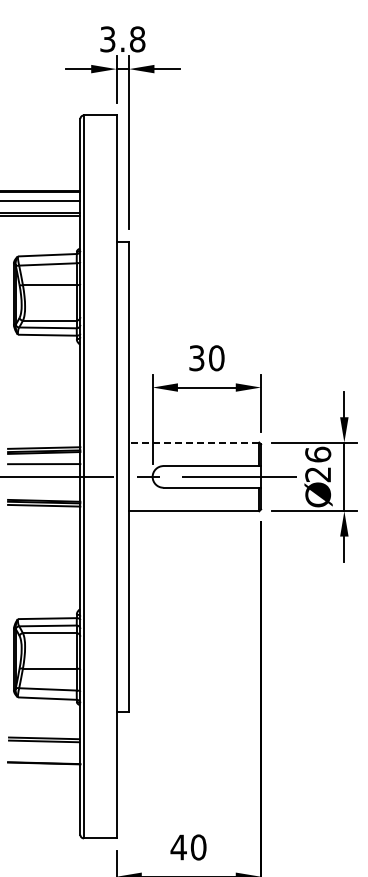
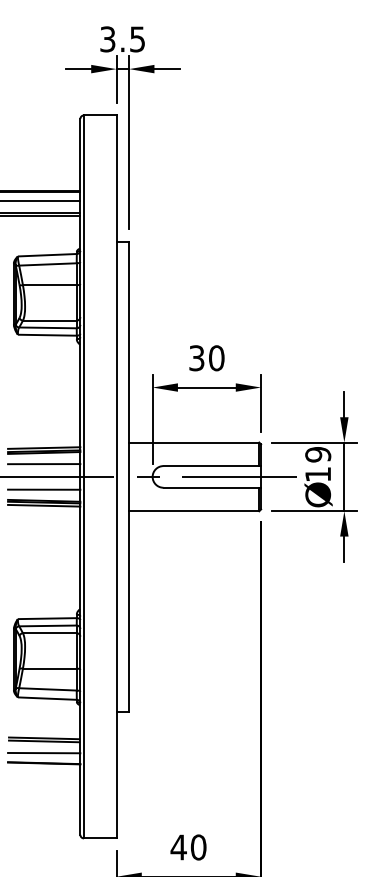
text at (137, 39): 3.8 -> 3.5
line at (193, 442): dashed -> solid
text at (318, 464): 26 -> 19
line at (44, 489): none -> present
line at (44, 752): none -> present
